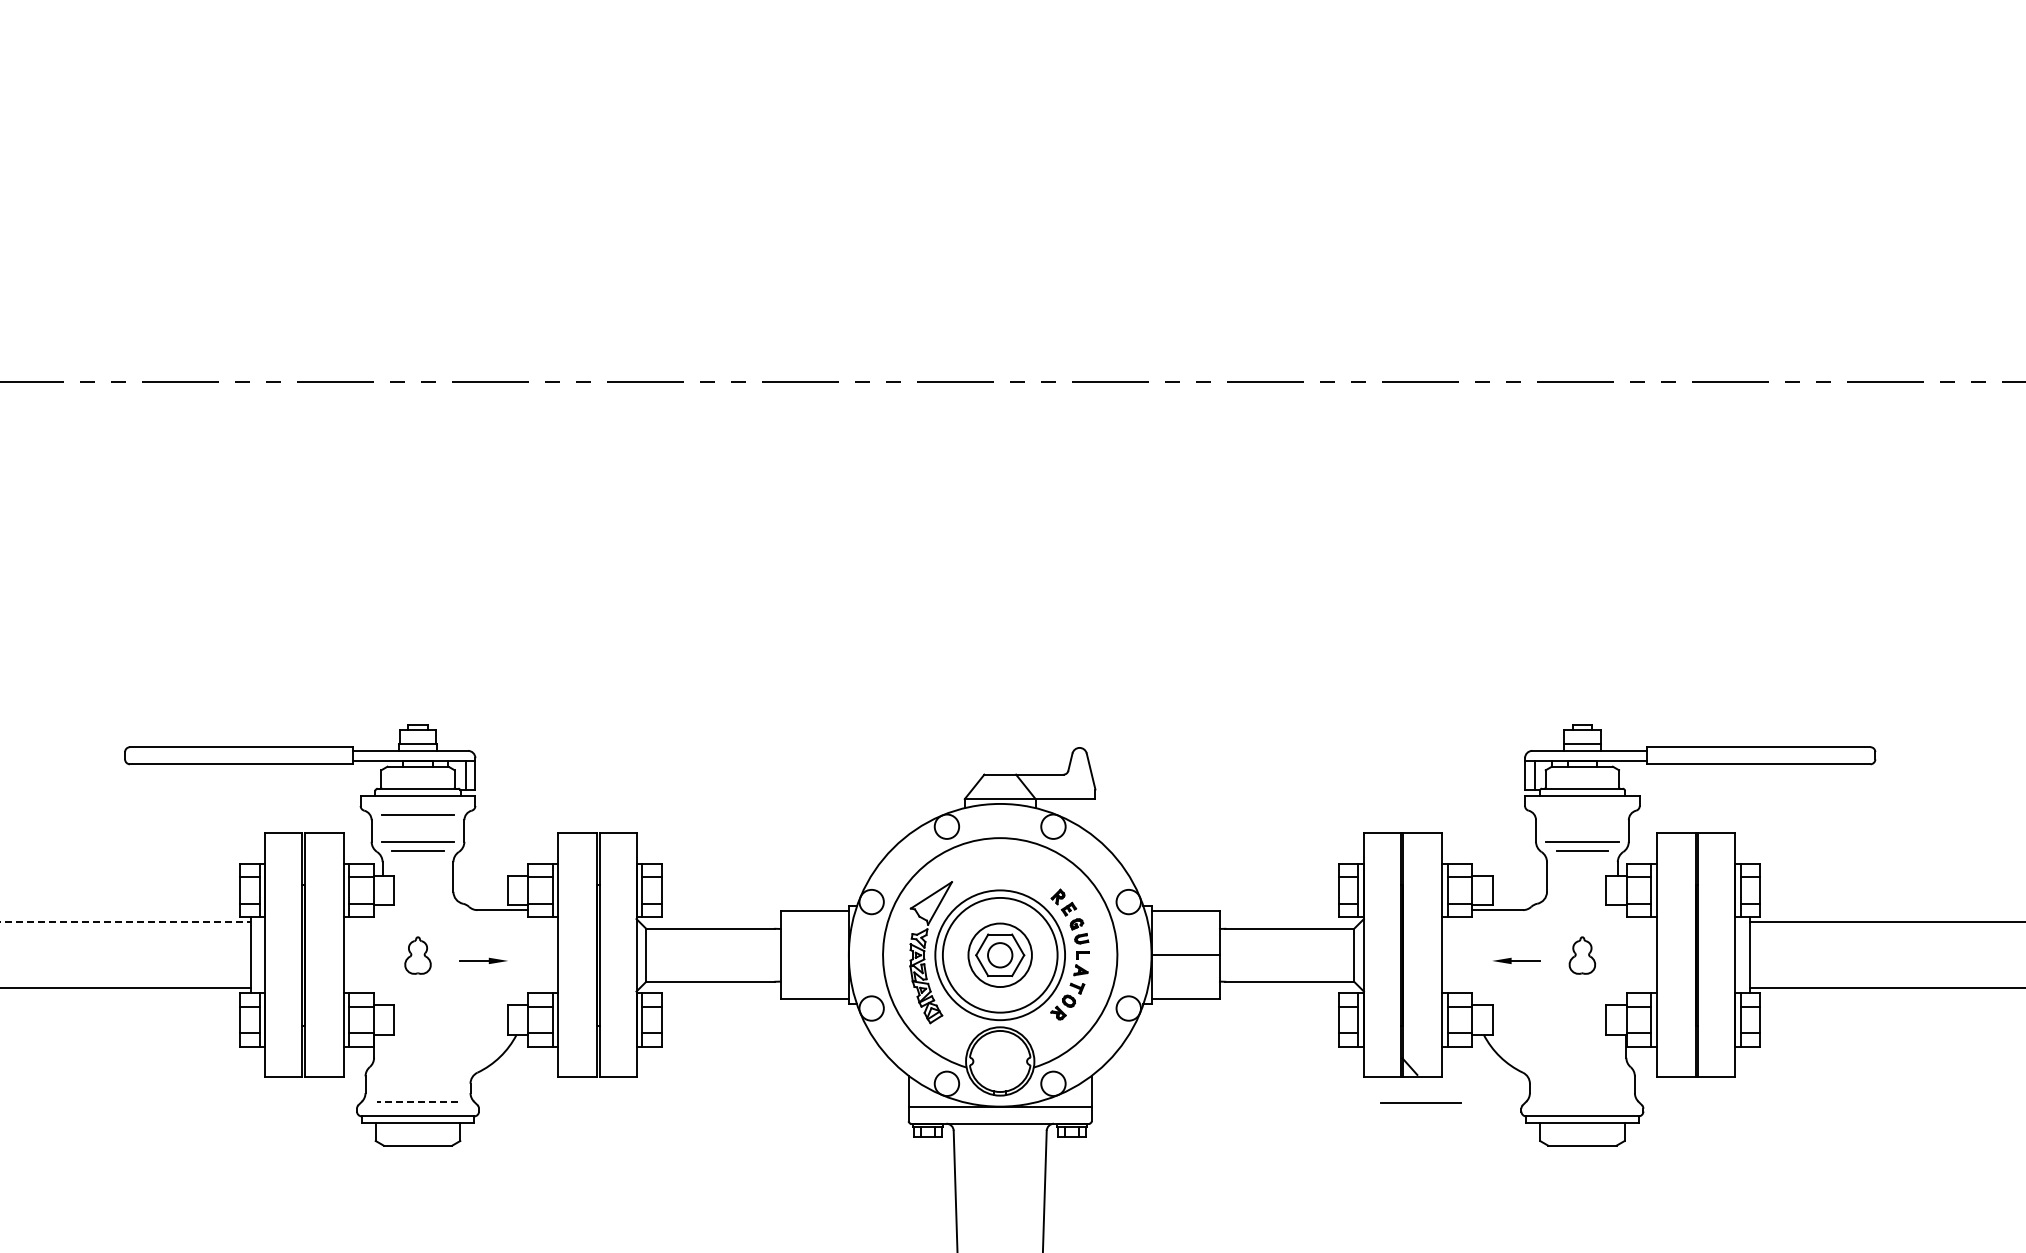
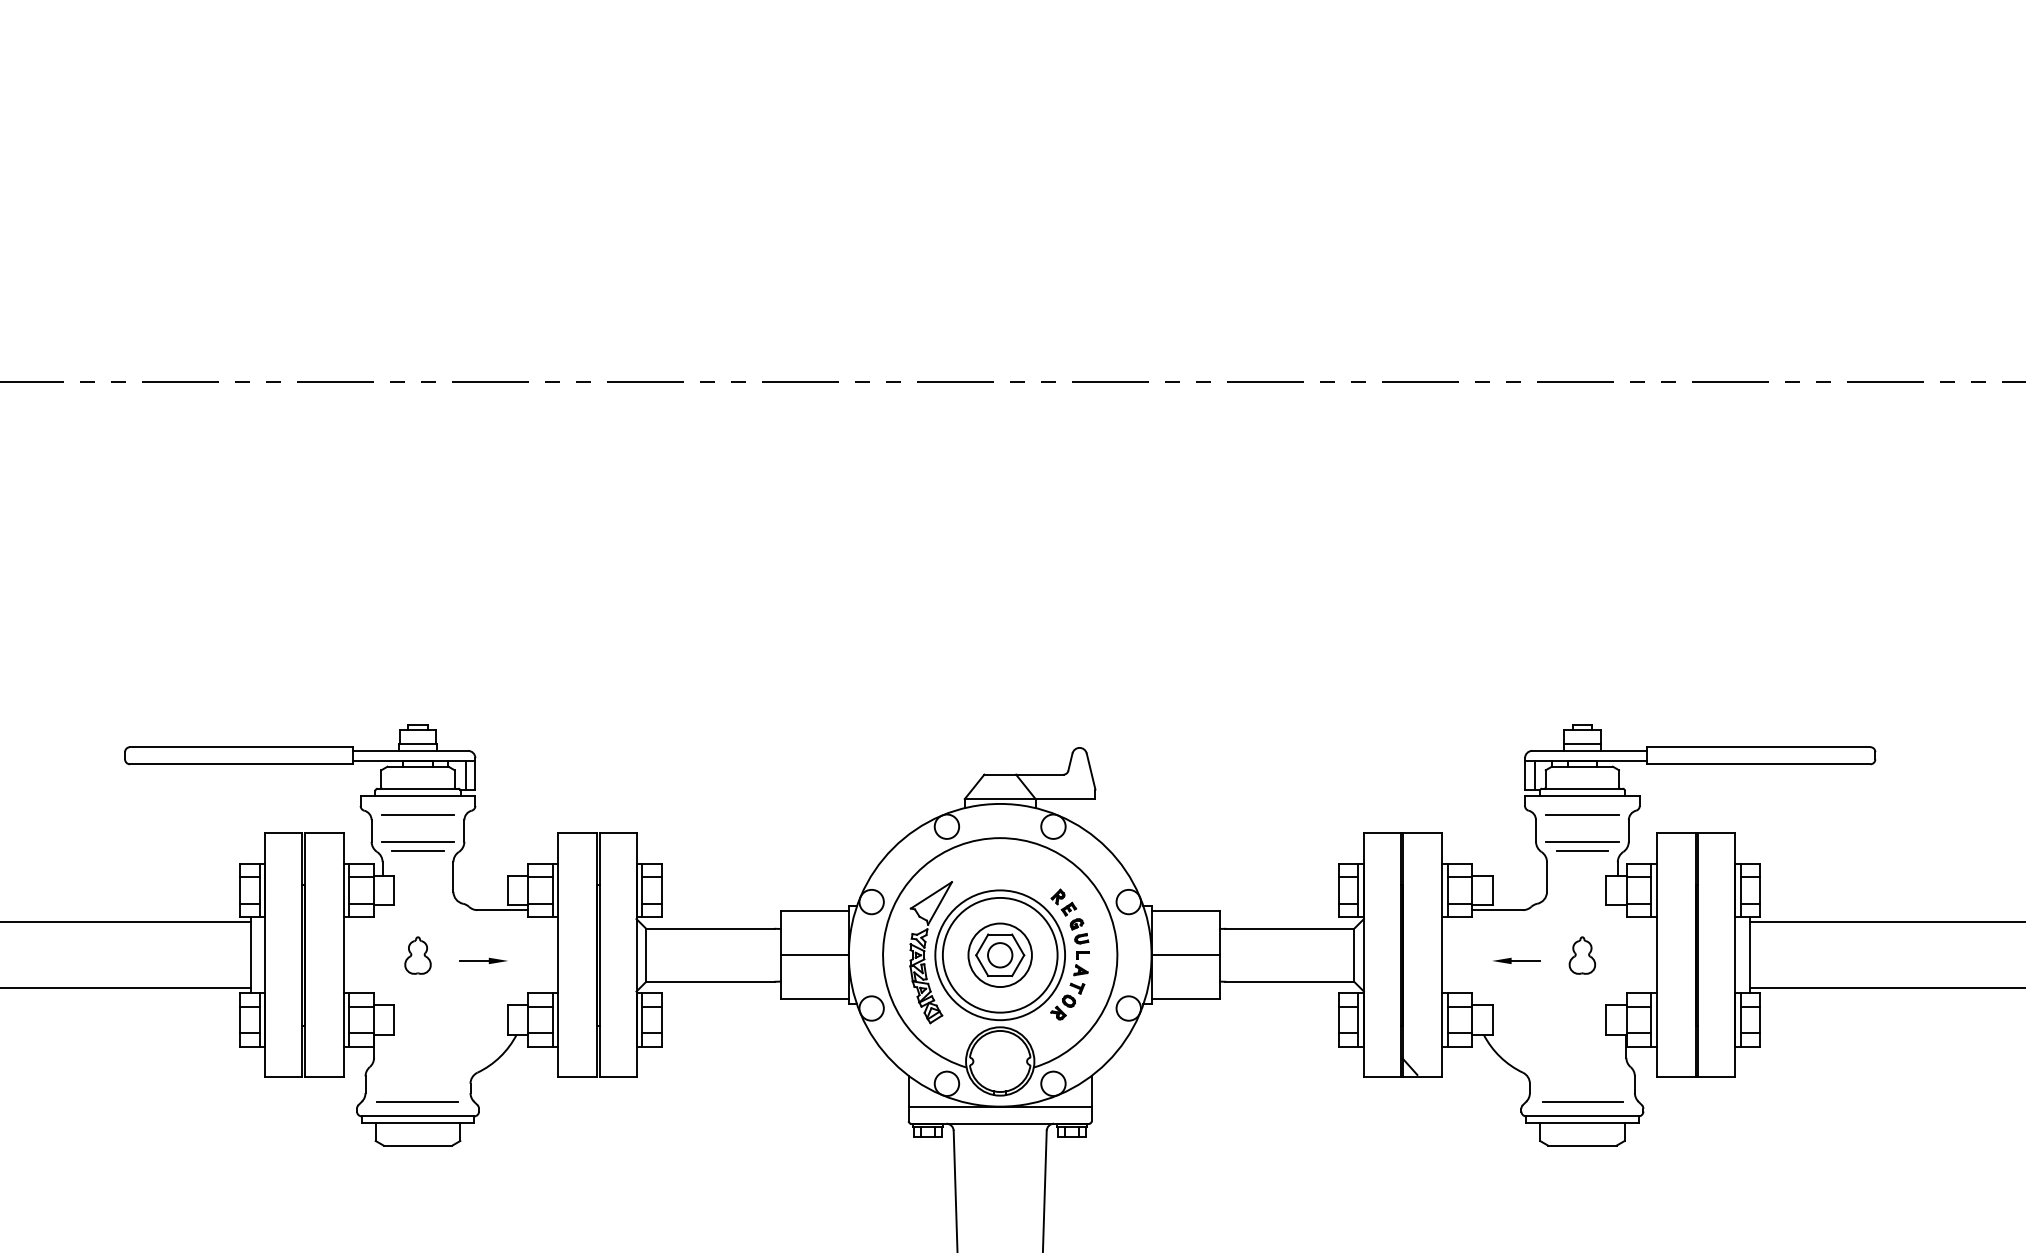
line at (1582, 814): none -> present
line at (125, 922): dashed -> solid
line at (814, 955): none -> present
line at (416, 1101): dashed -> solid
line at (1420, 1102) position: (1420, 1102) -> (1582, 1101)
